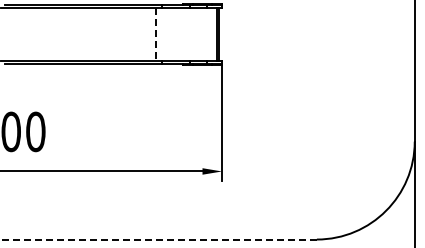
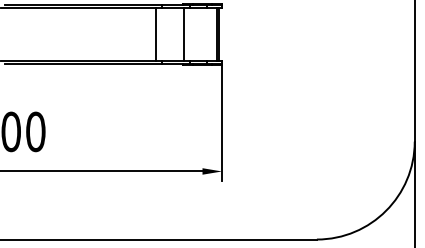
line at (155, 34): dashed -> solid
line at (183, 34): none -> present
line at (158, 239): dashed -> solid
